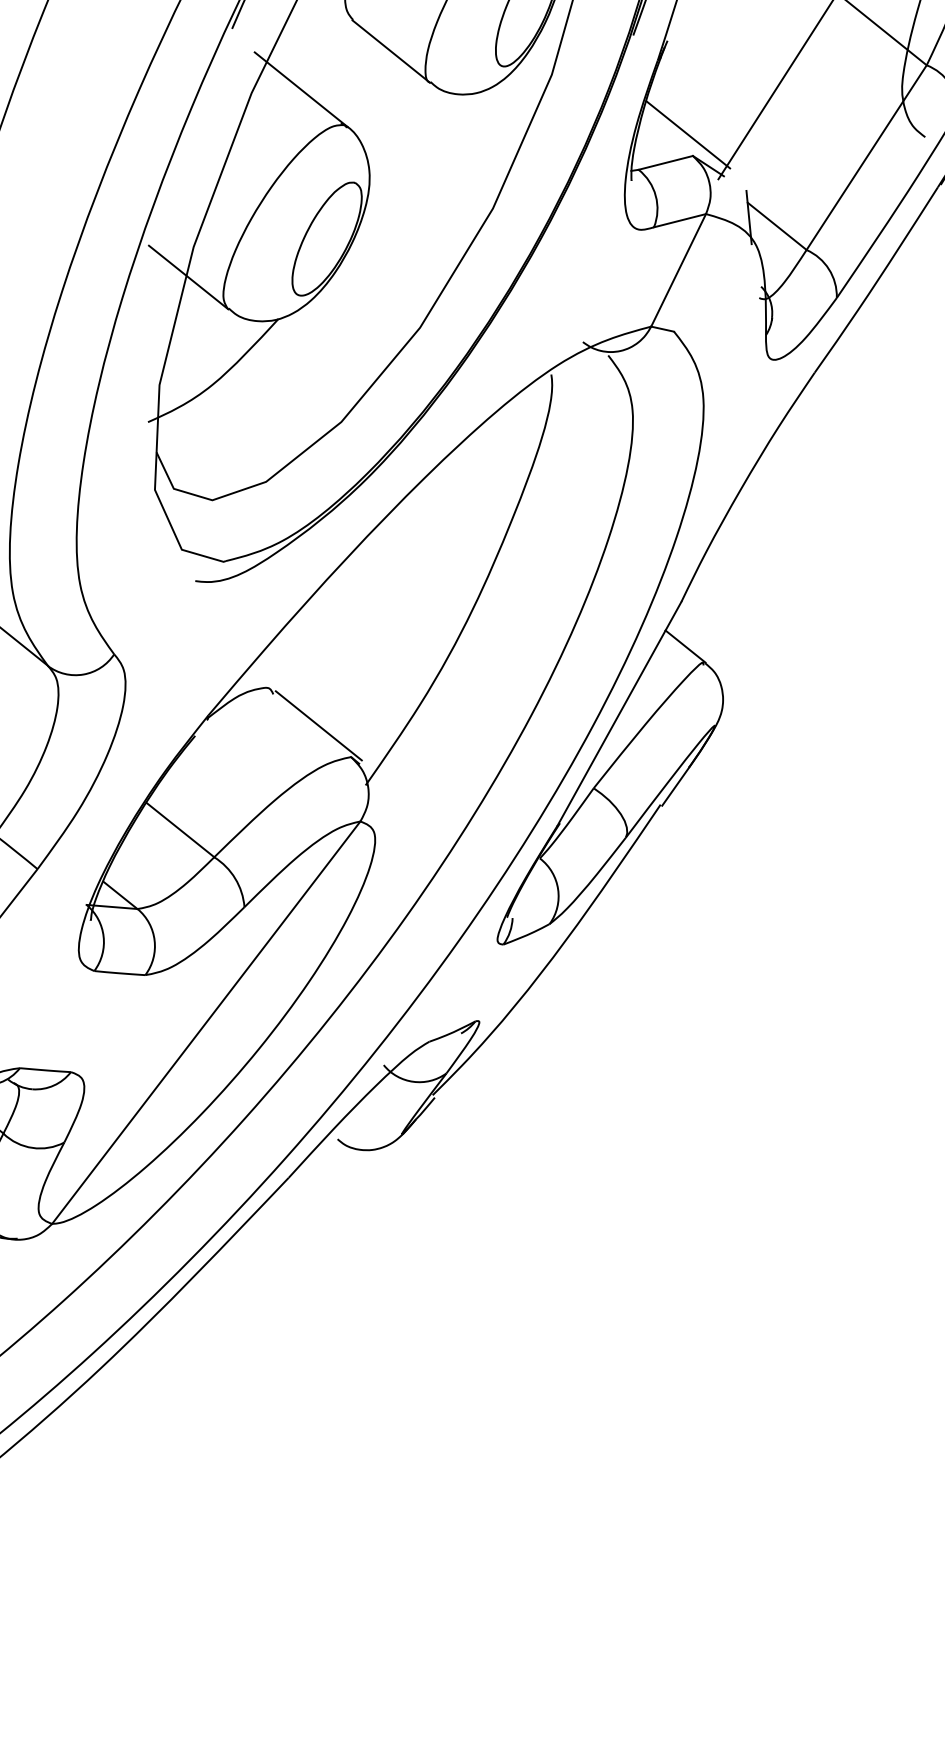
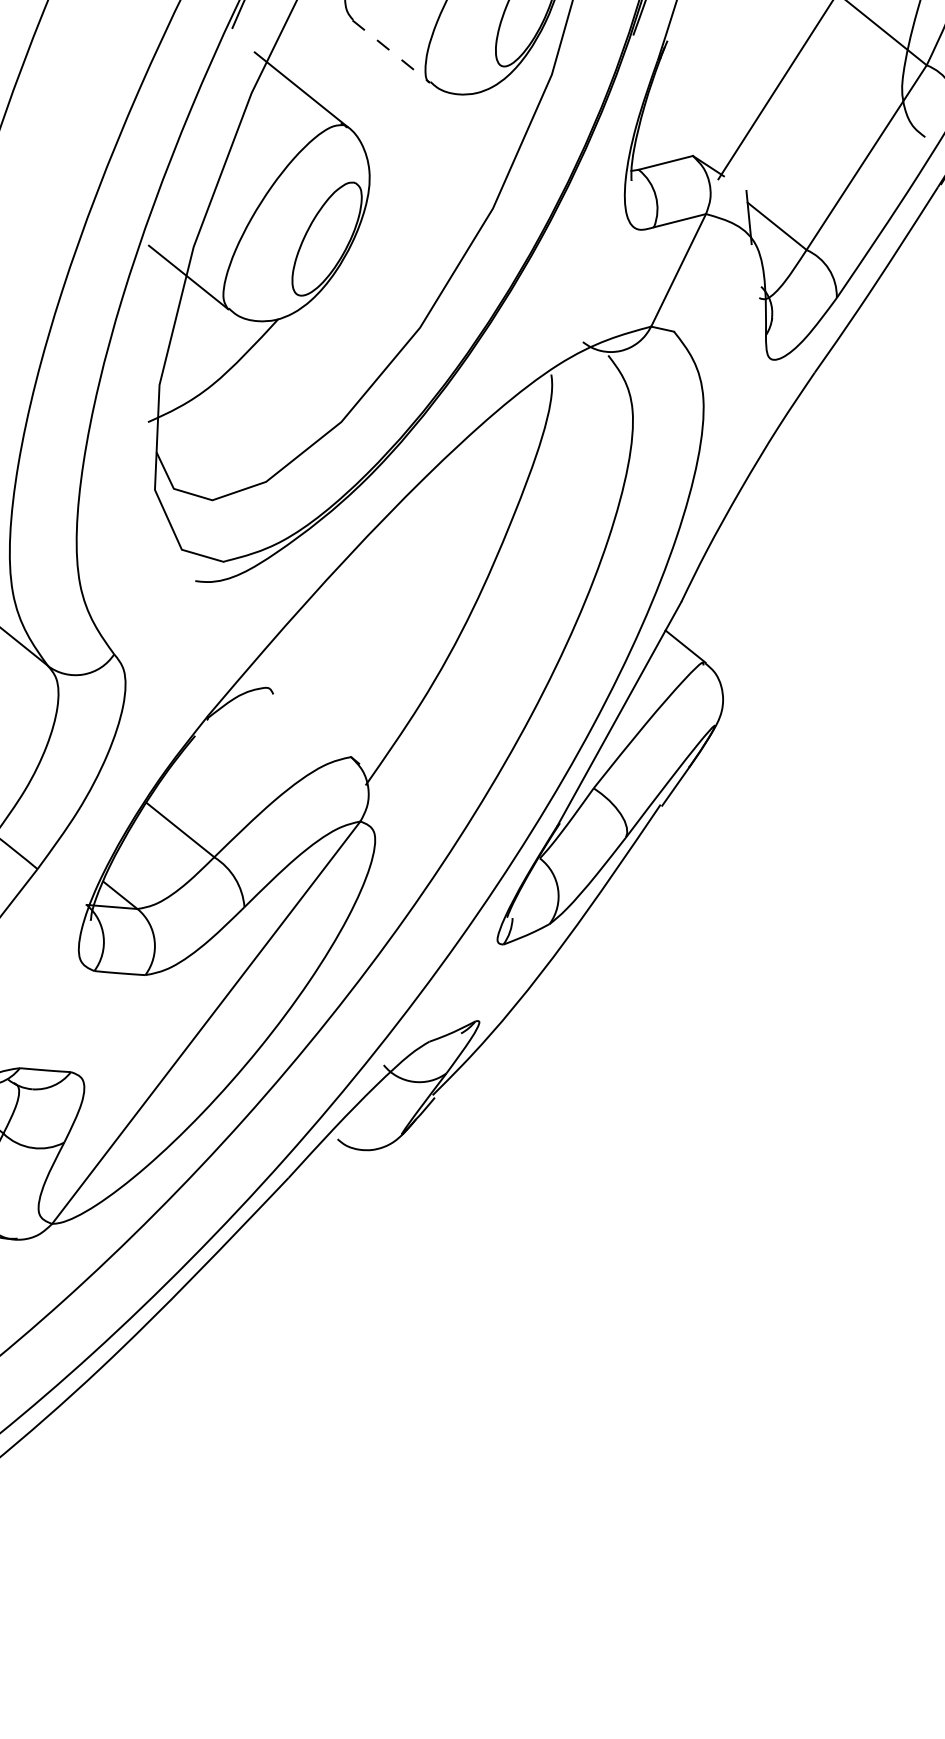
line at (391, 51): solid -> dashed
line at (688, 134): present -> none
line at (318, 725): present -> none
